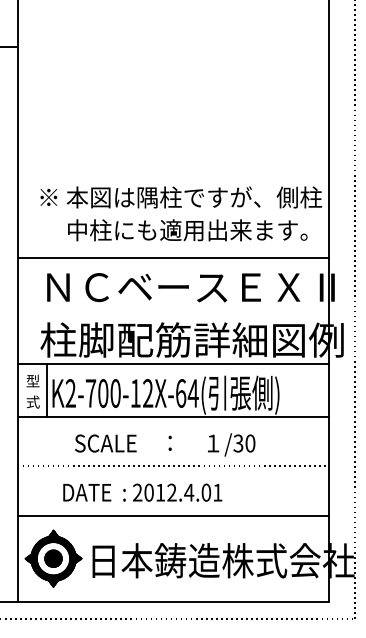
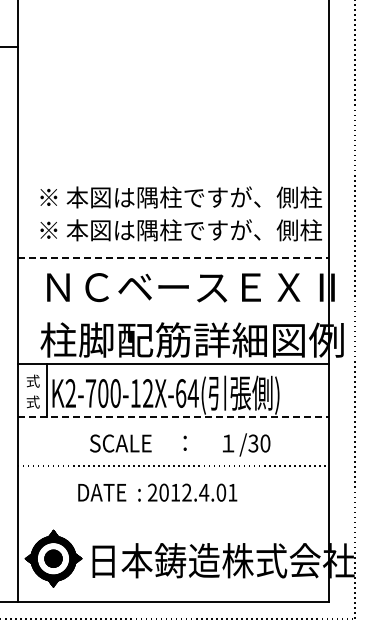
text at (181, 230): 中柱にも適用出来ます。 -> ※ 本図は隅柱ですが、側柱
line at (173, 258): solid -> dashed
text at (32, 380): 型 -> 式
line at (173, 417): solid -> dashed
text at (165, 444) position: (165, 444) -> (180, 444)
text at (142, 492) position: (142, 492) -> (157, 492)
line at (172, 515): present -> none
